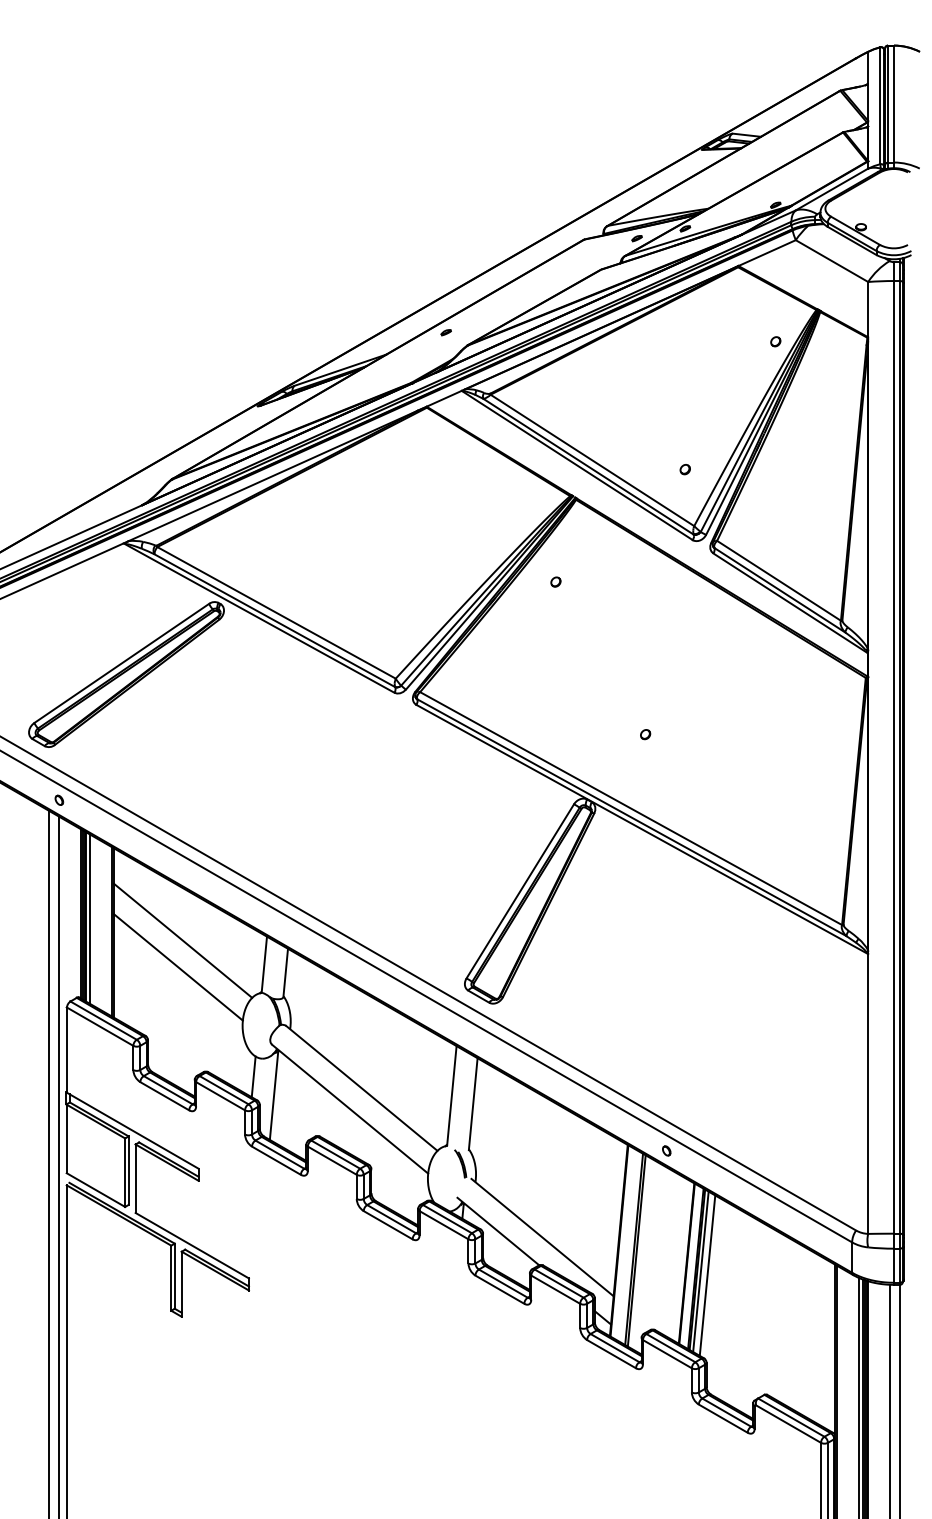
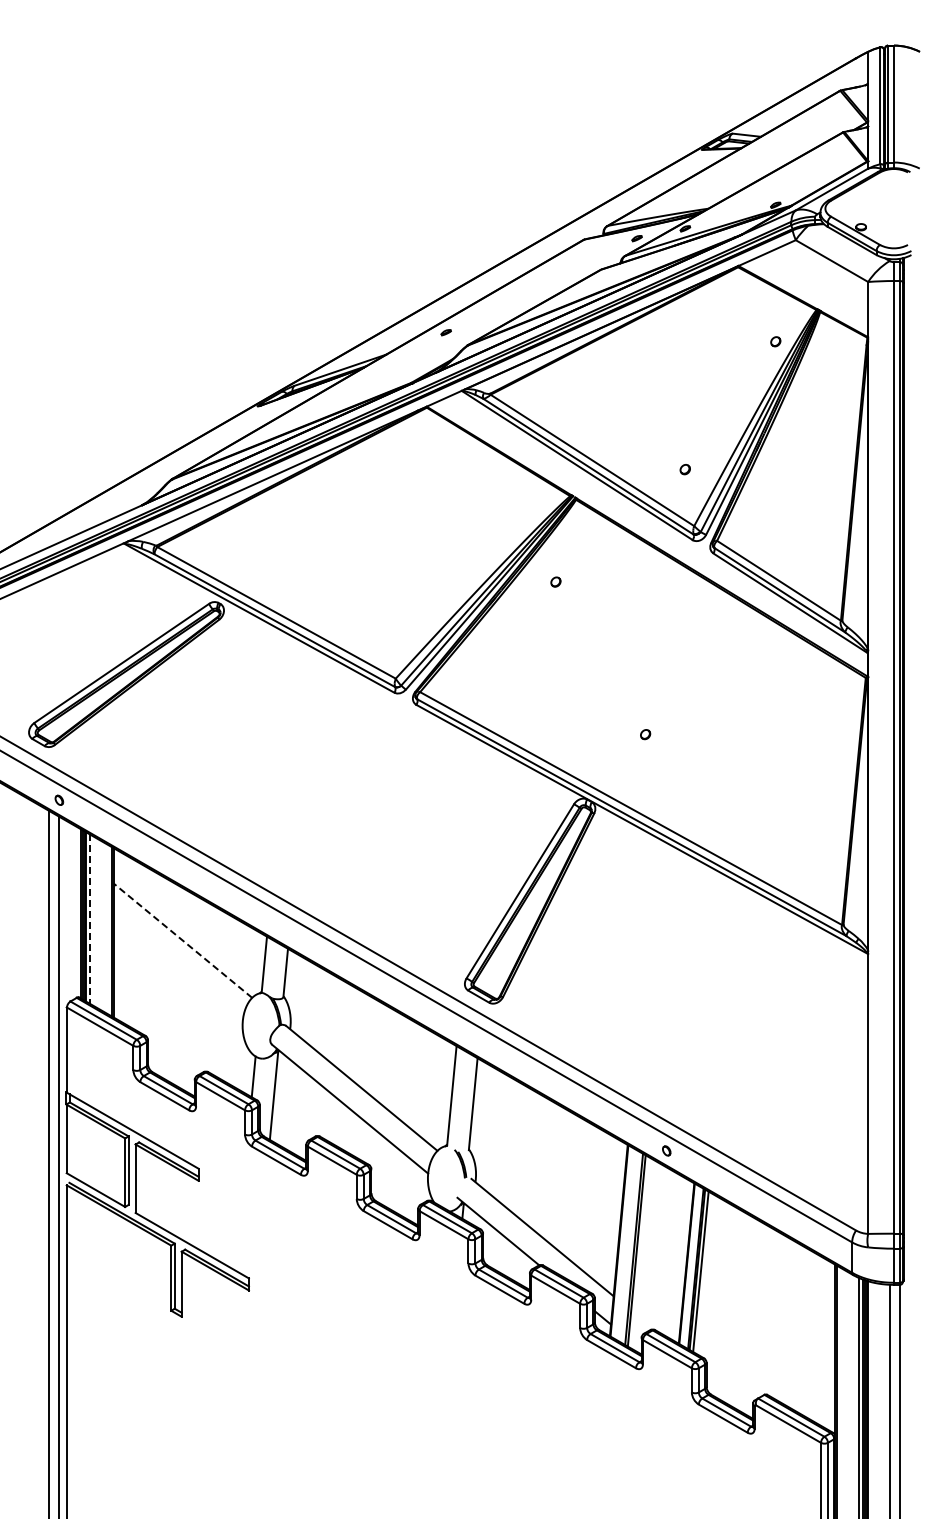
line at (90, 919): solid -> dashed
line at (183, 940): solid -> dashed
line at (178, 967): present -> none
line at (707, 1275): present -> none
